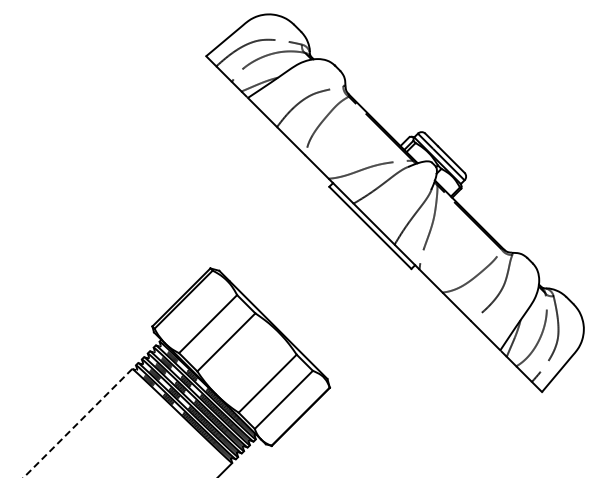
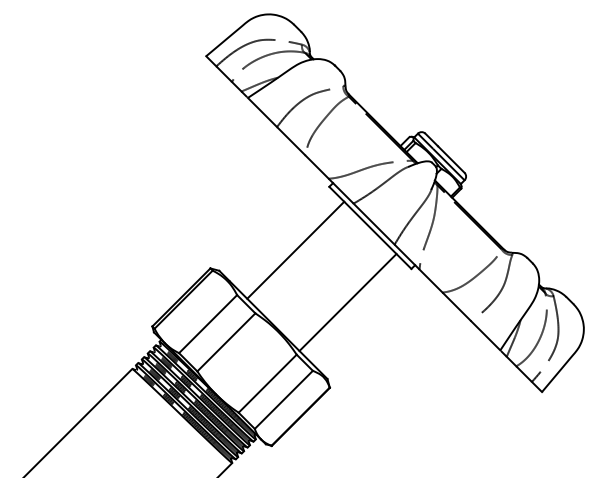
line at (295, 249): none -> present
line at (347, 302): none -> present
line at (77, 423): dashed -> solid
